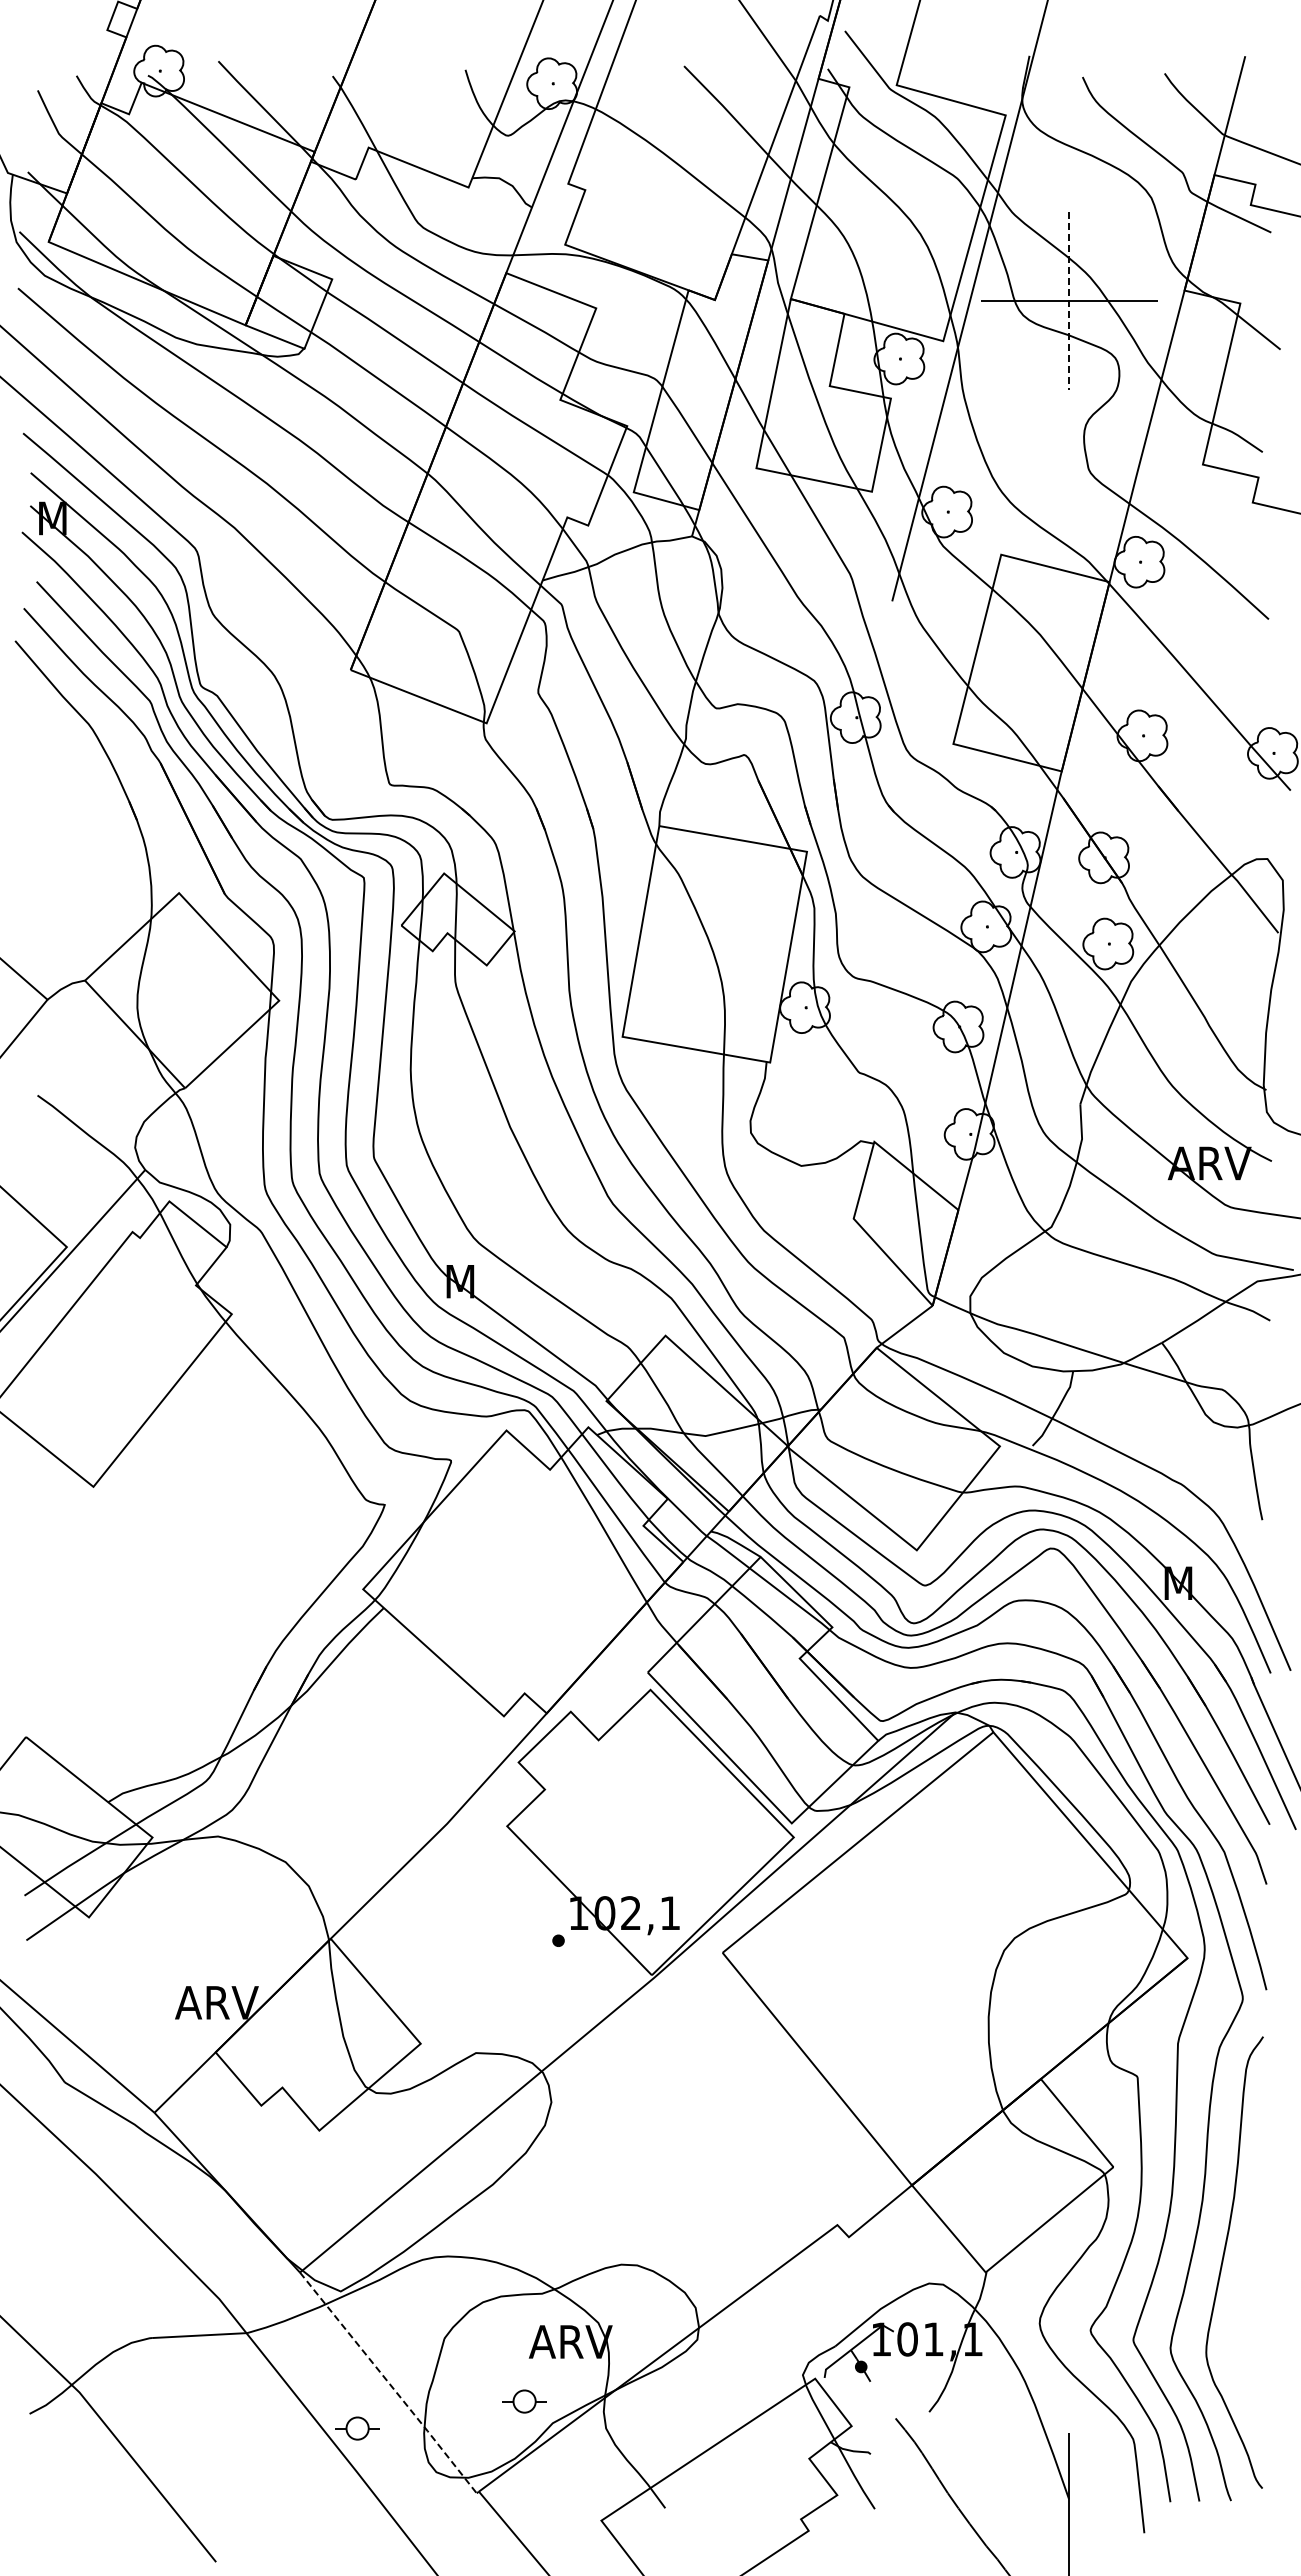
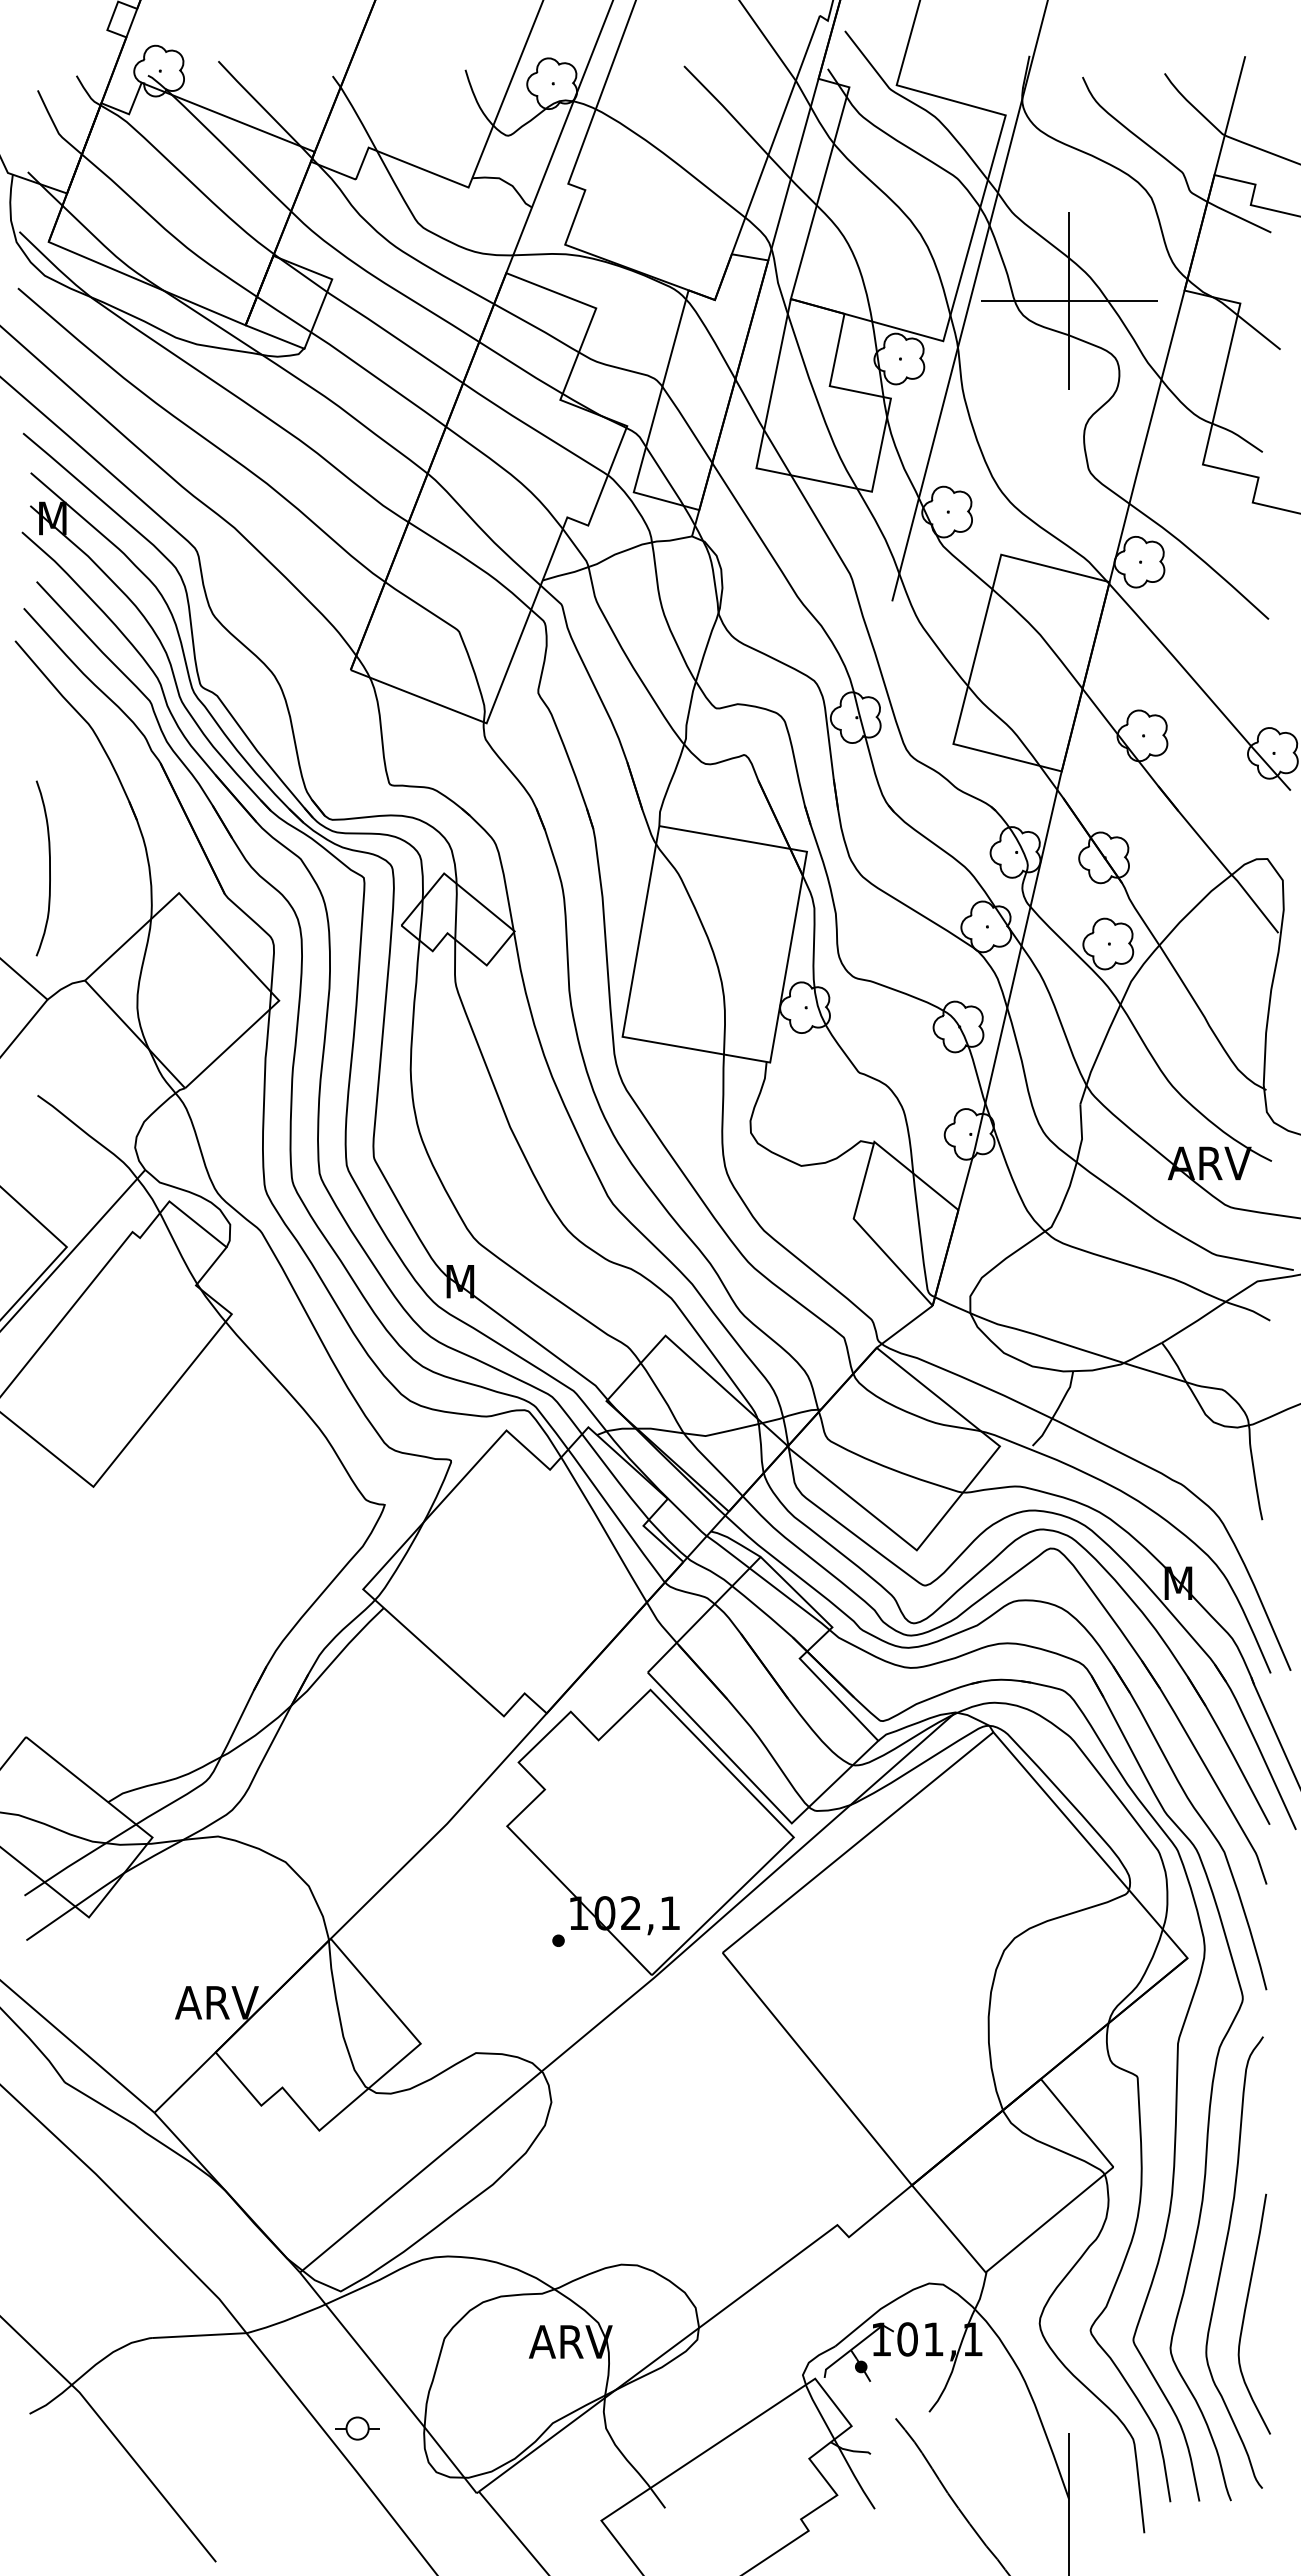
line at (1069, 301): dashed -> solid
curve at (49, 868): none -> present
curve at (1245, 2313): none -> present
line at (389, 2383): dashed -> solid
part at (524, 2401): present -> none
